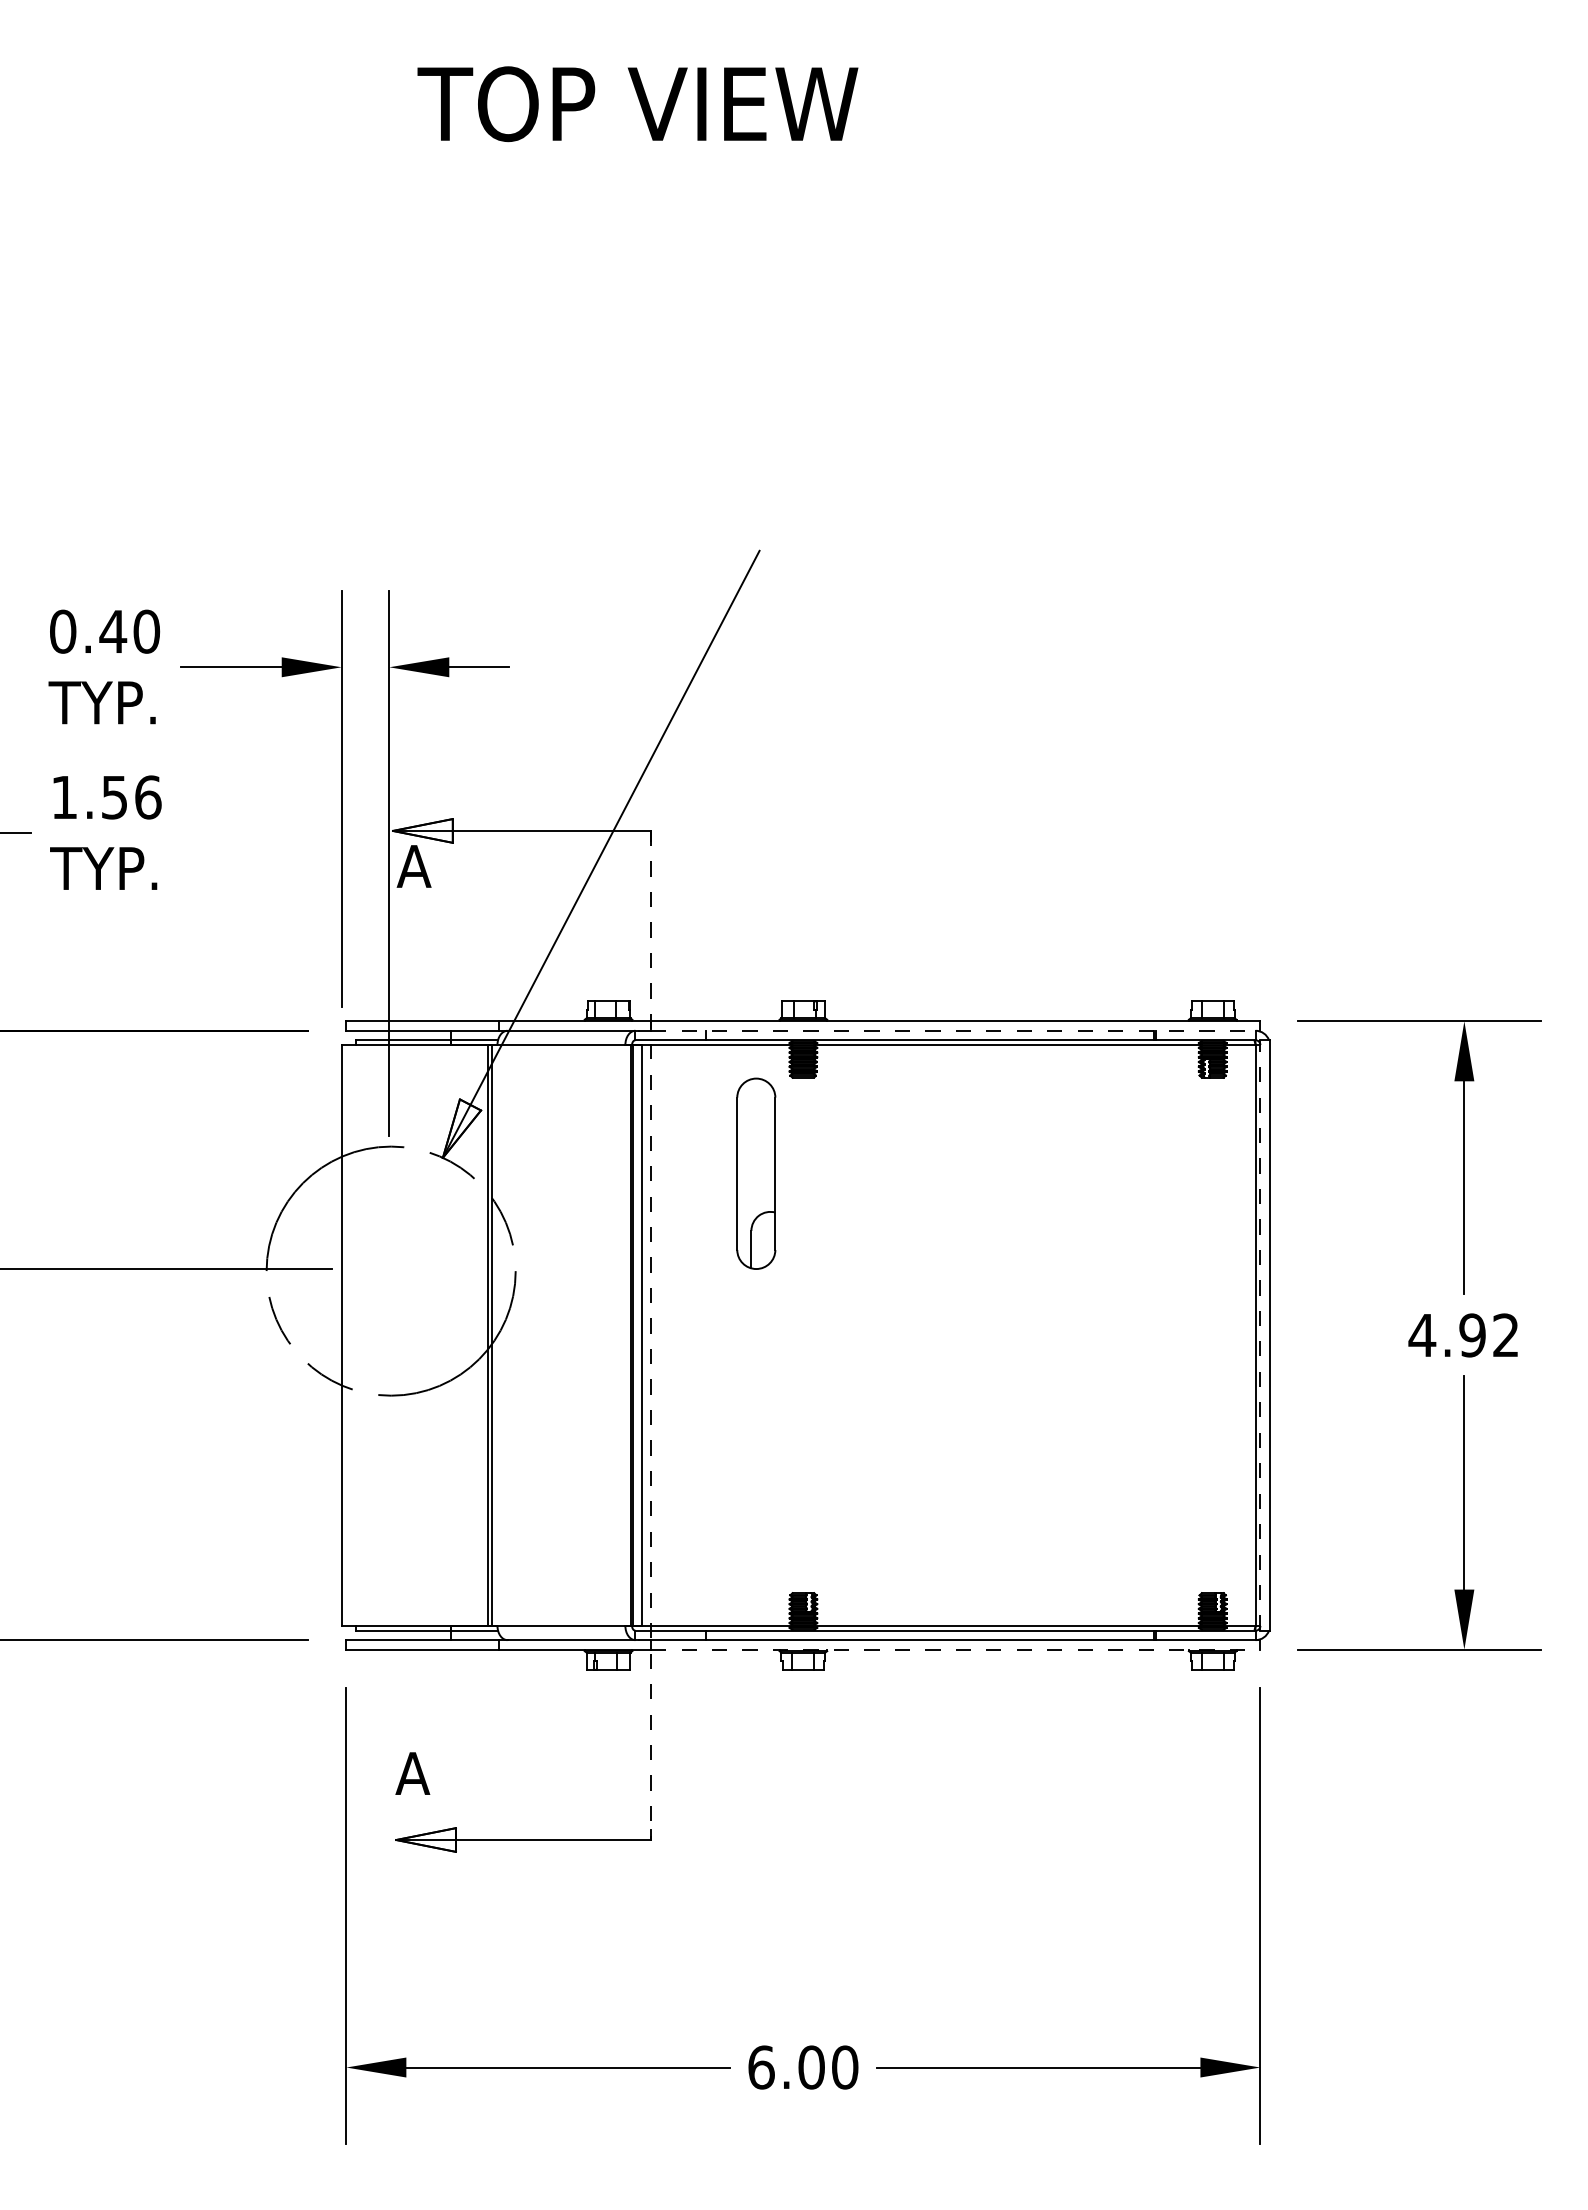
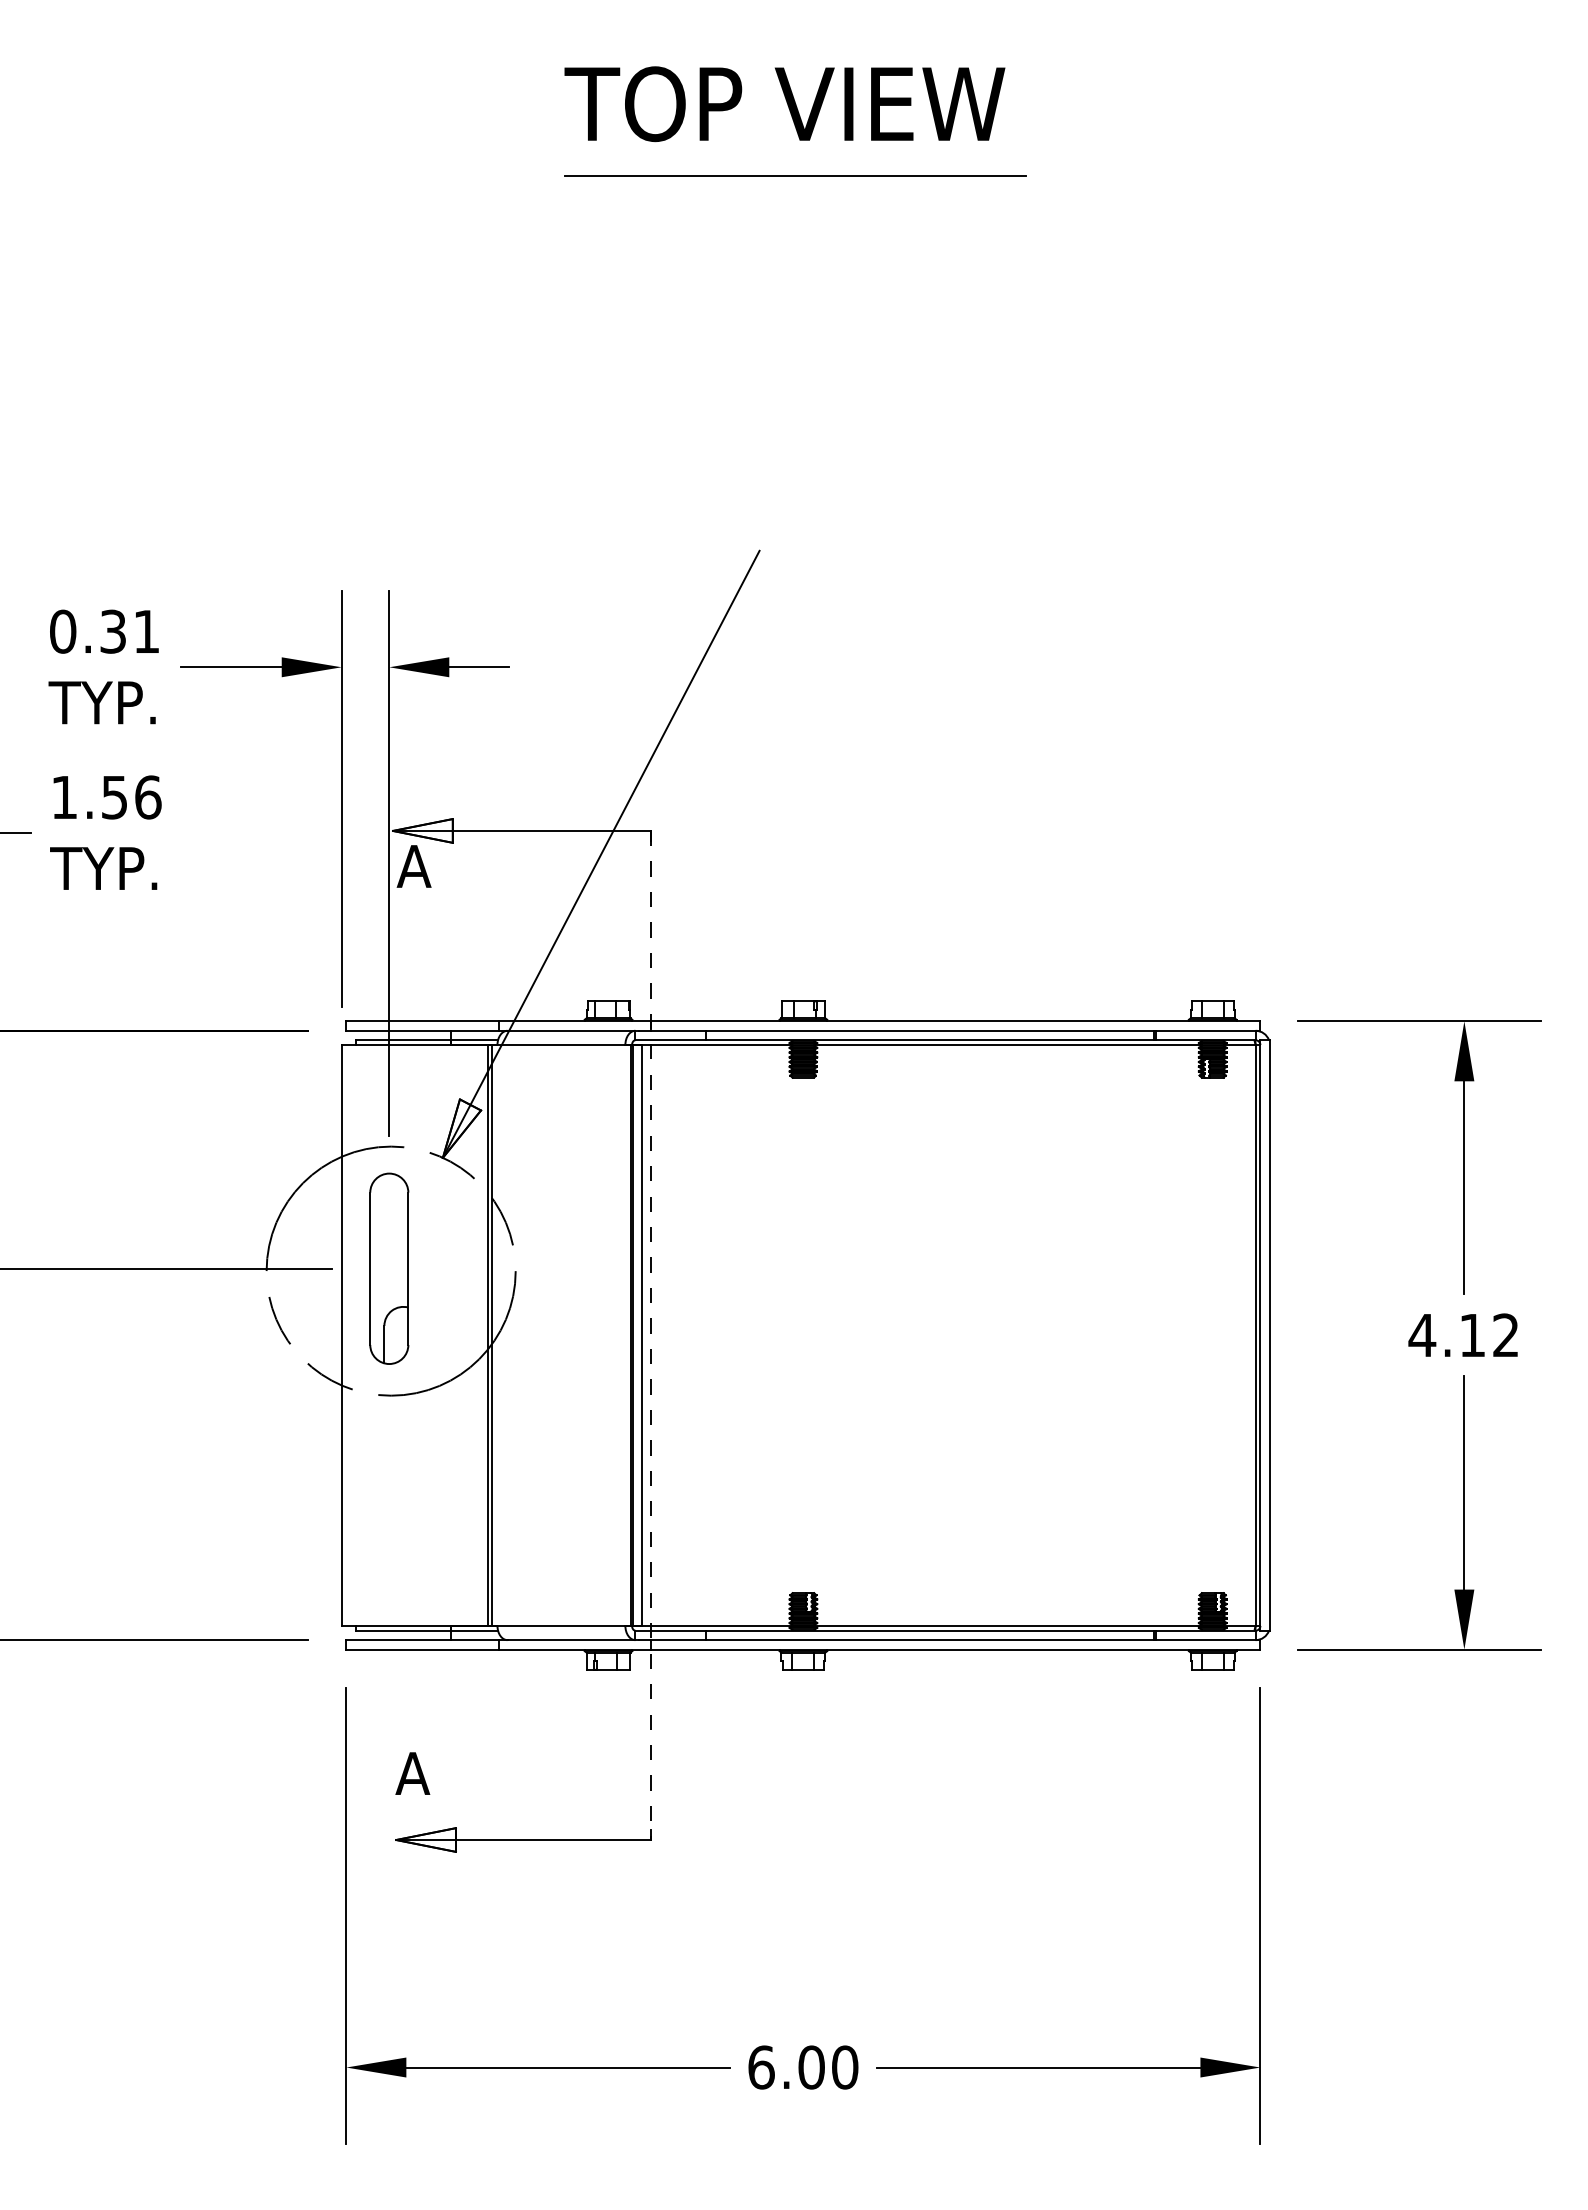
text at (637, 104) position: (637, 104) -> (784, 104)
line at (795, 175): none -> present
text at (129, 631): 0.40 -> 0.31
line at (955, 1030): dashed -> solid
part at (756, 1173) position: (756, 1173) -> (389, 1268)
line at (1260, 1334): dashed -> solid
text at (1472, 1335): 4.92 -> 4.12
line at (955, 1649): dashed -> solid
